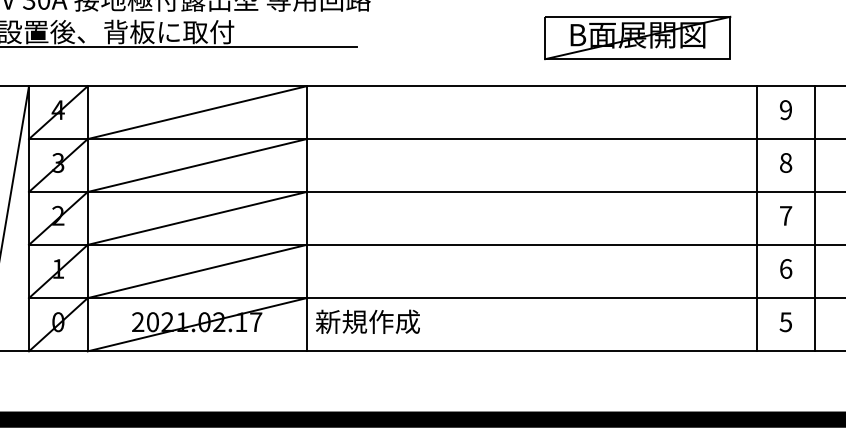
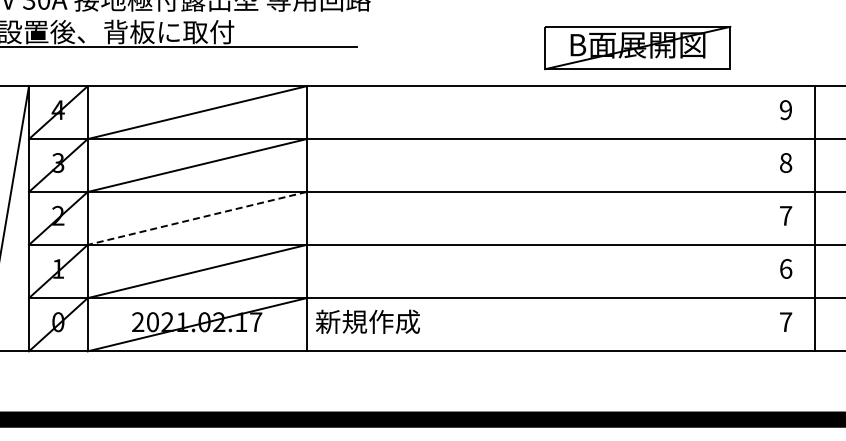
part at (637, 37) position: (637, 37) -> (637, 47)
line at (197, 218): solid -> dashed
line at (756, 218): present -> none
text at (785, 322): 5 -> 7
